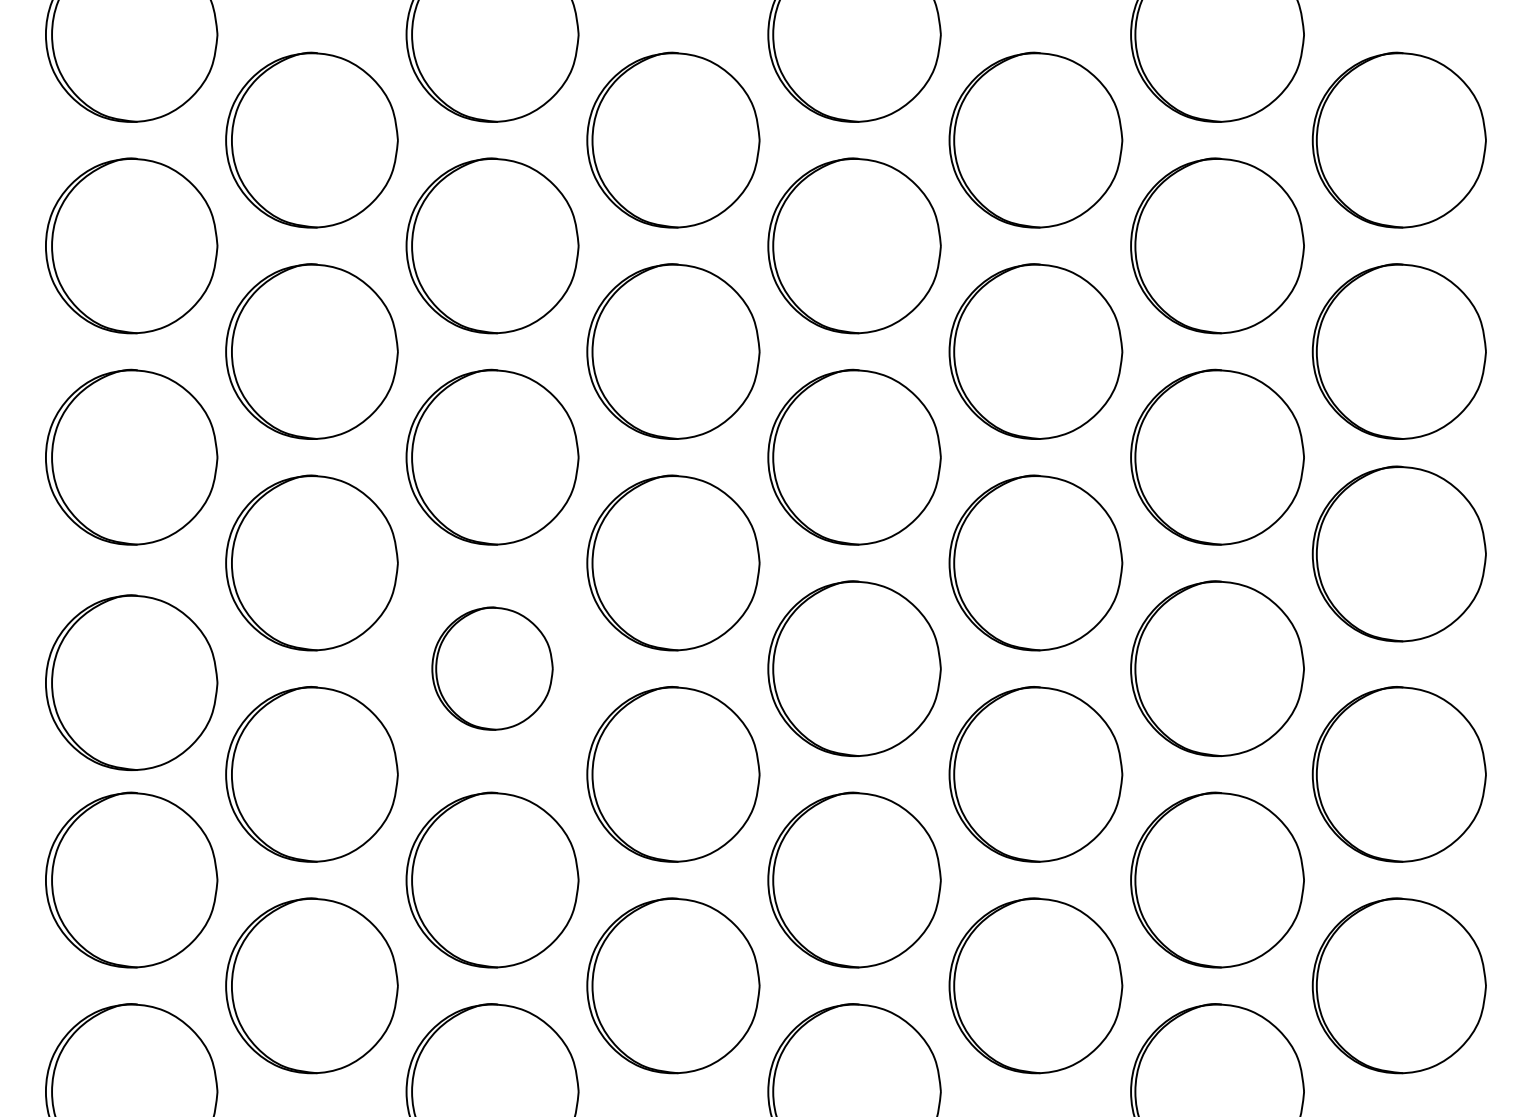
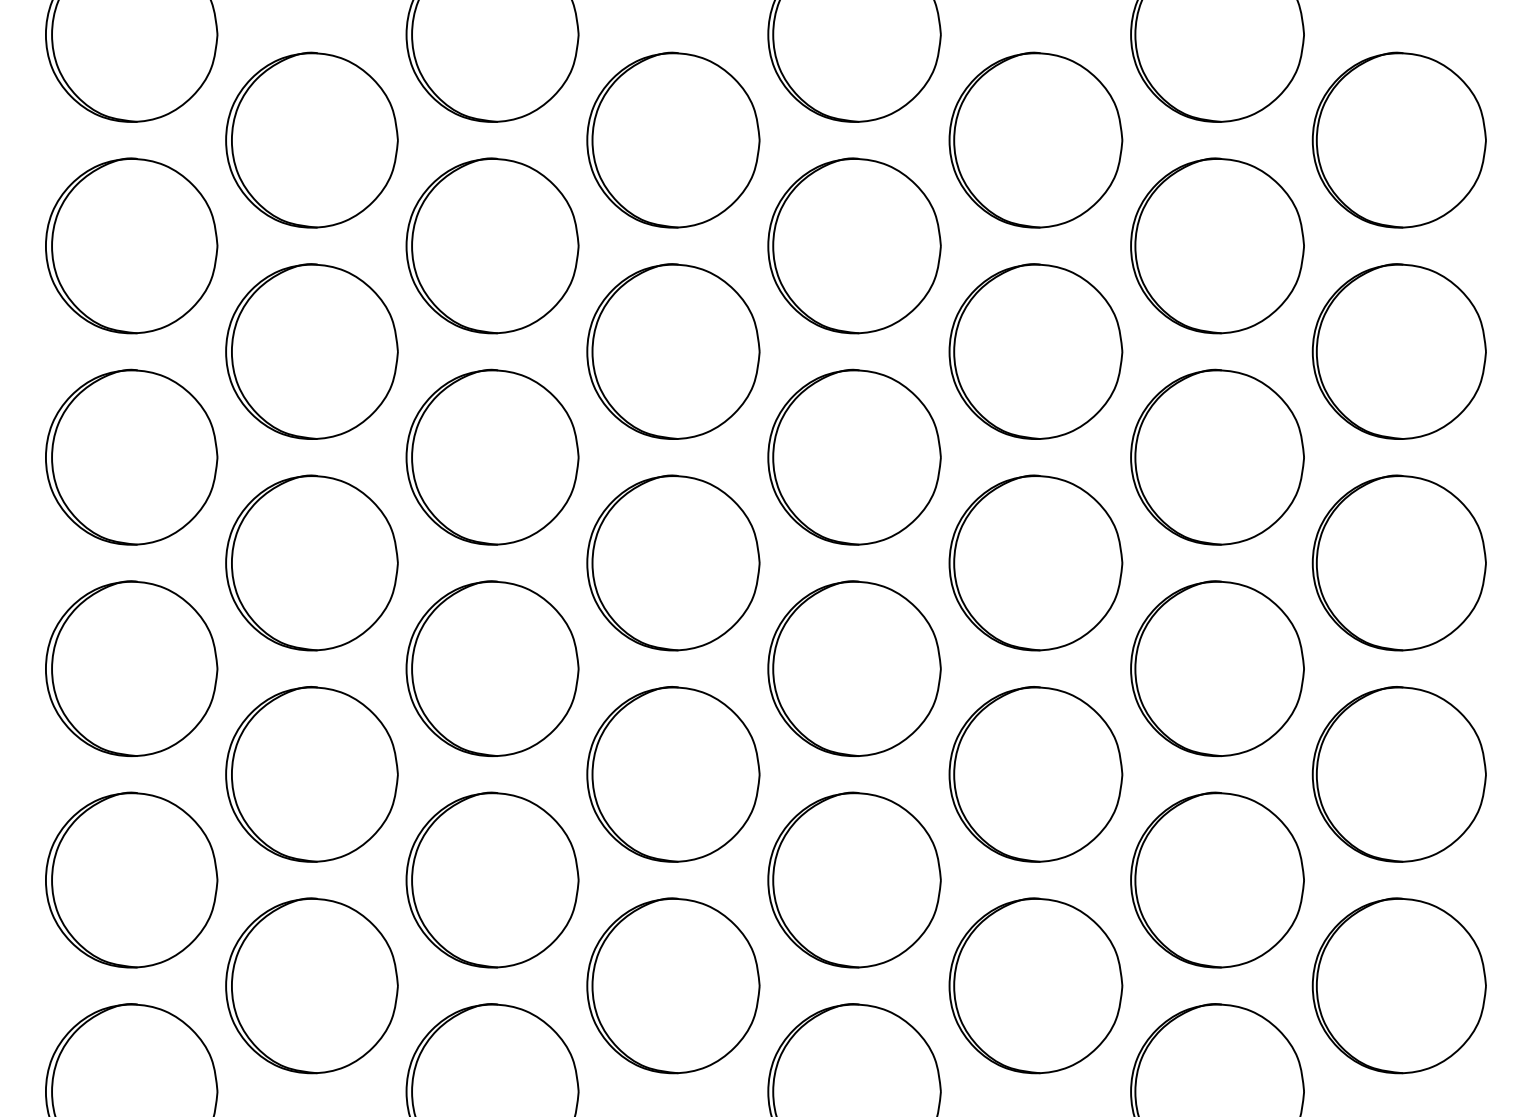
part at (1398, 553) position: (1398, 553) -> (1398, 562)
part at (492, 668) size: 123x125 px -> 175x177 px
part at (131, 682) position: (131, 682) -> (131, 668)
